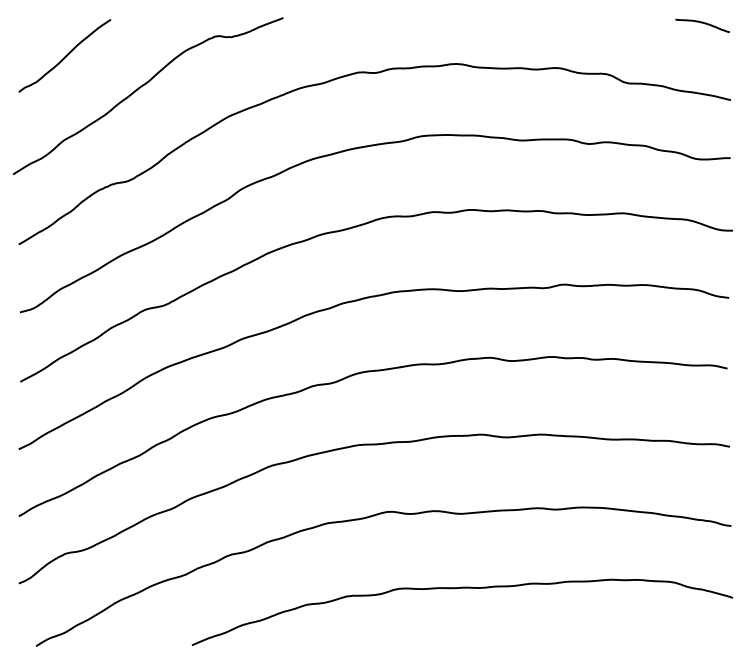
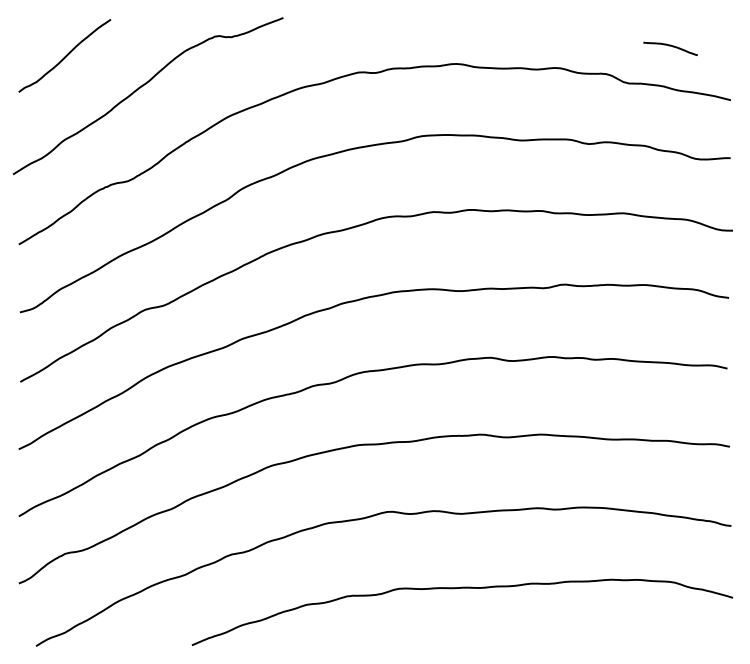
curve at (702, 23) position: (702, 23) -> (670, 46)
